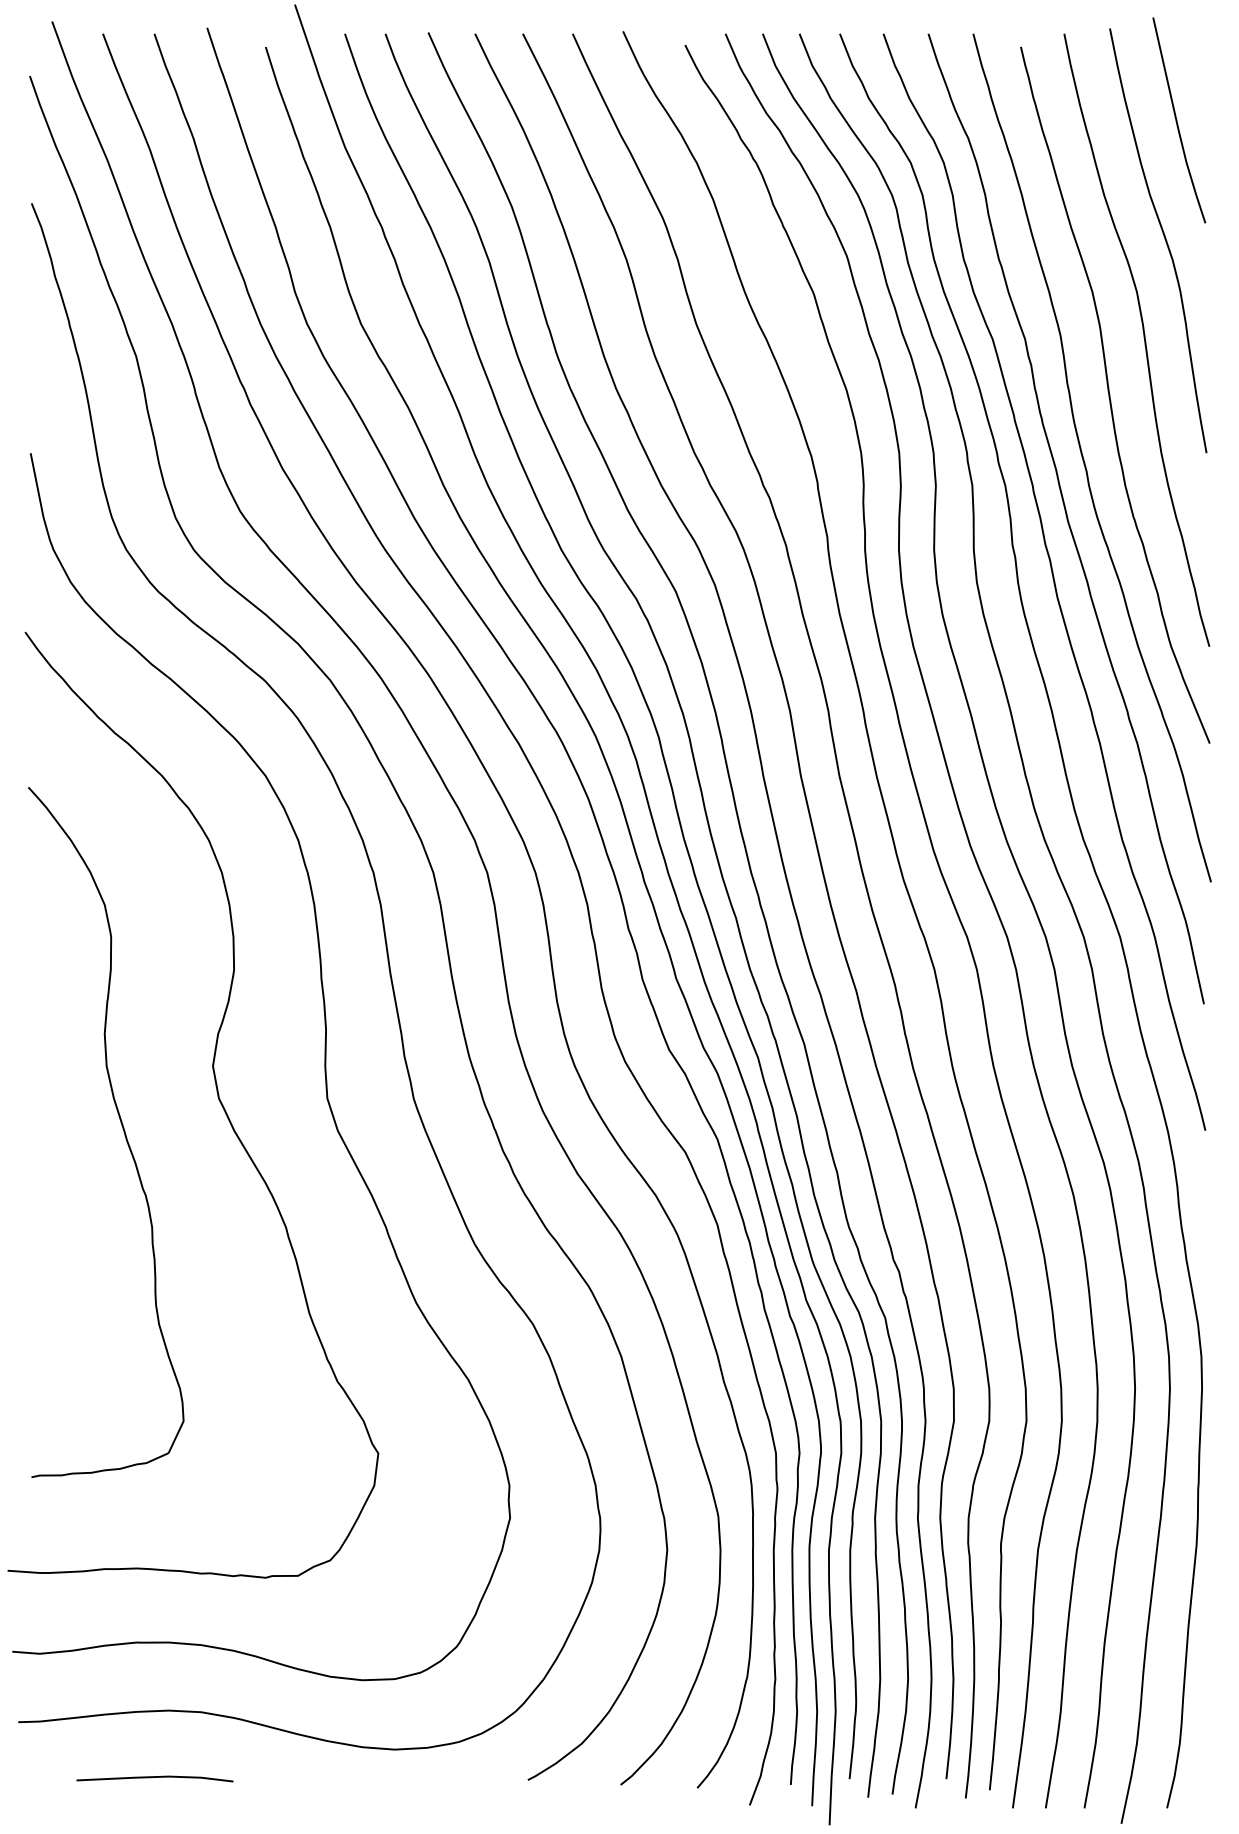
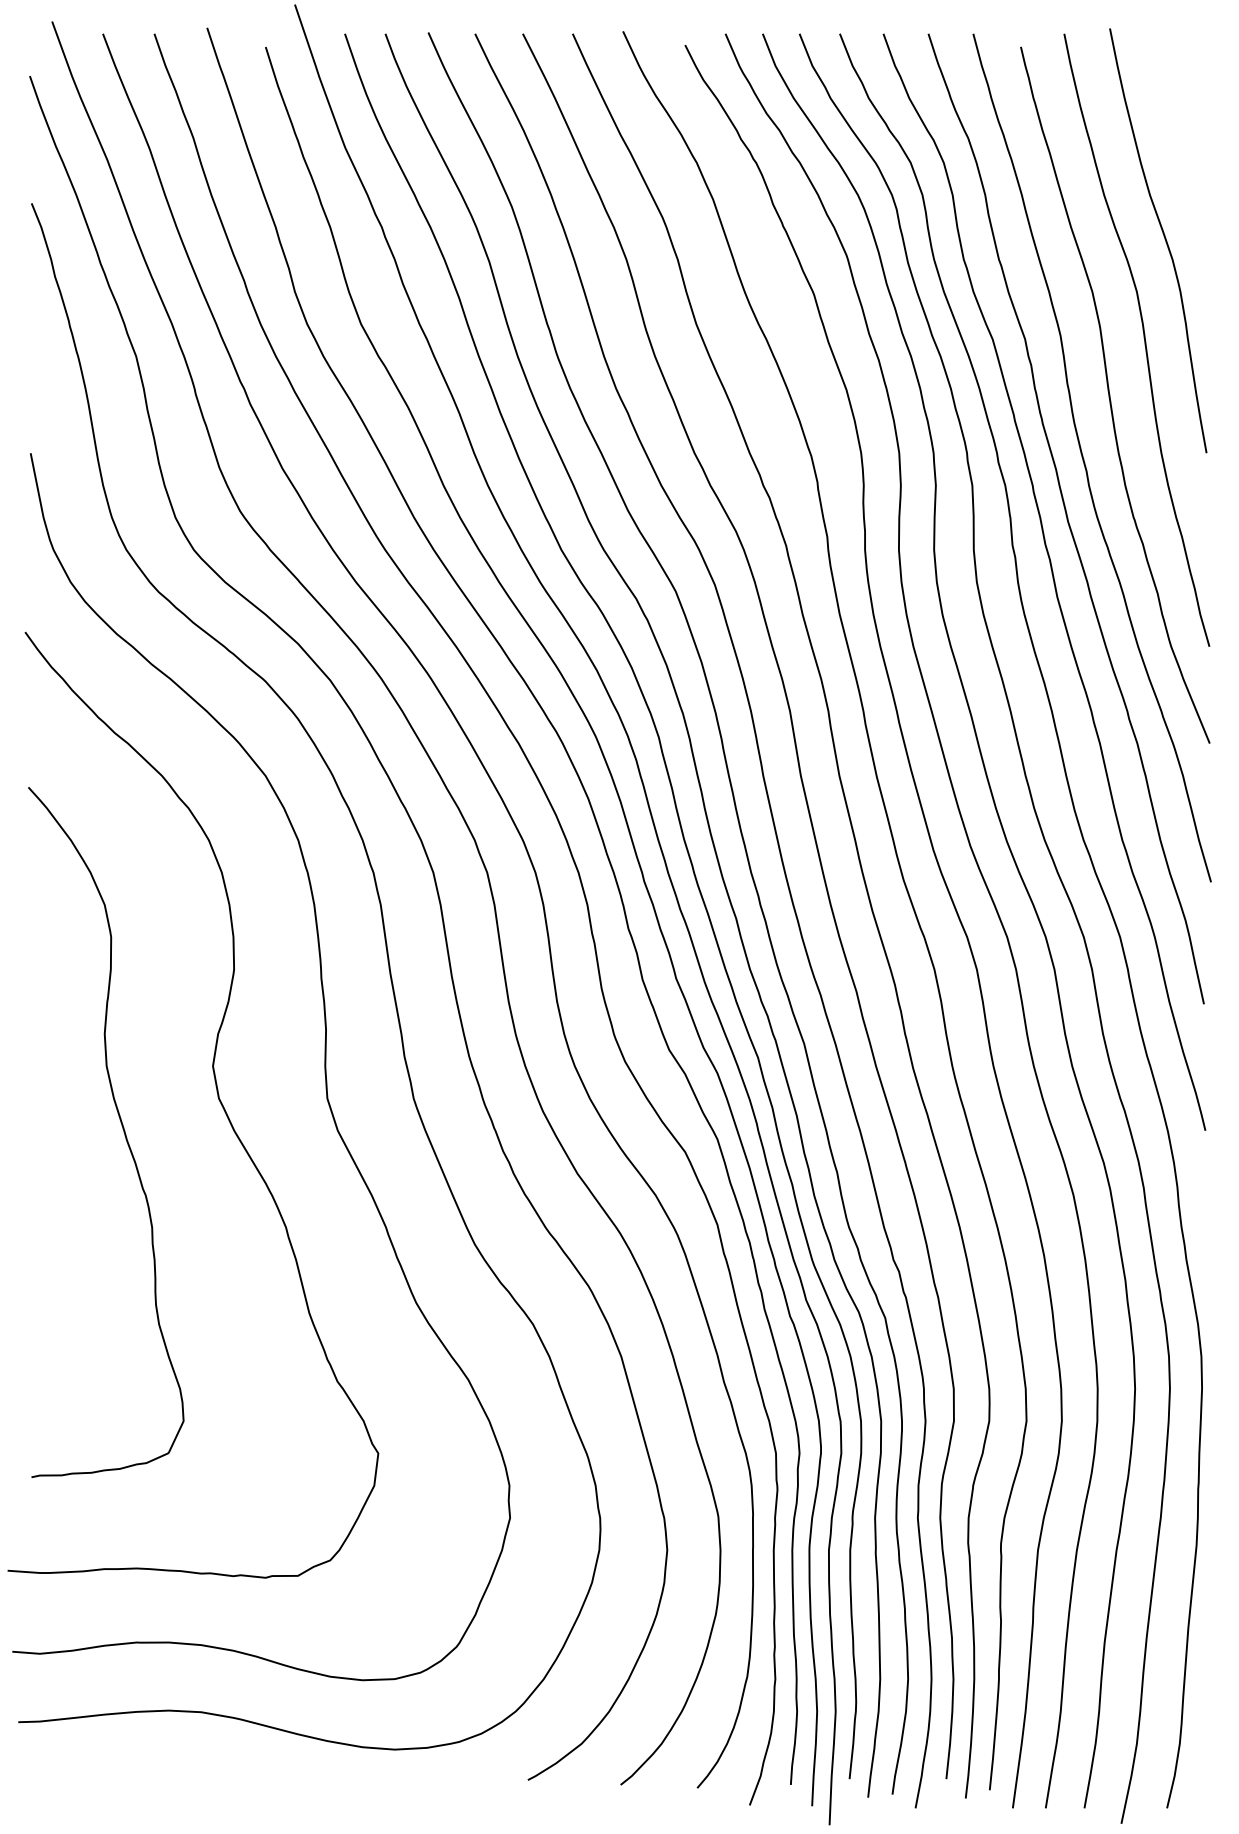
line at (1177, 120): present -> none
line at (154, 1777): present -> none
